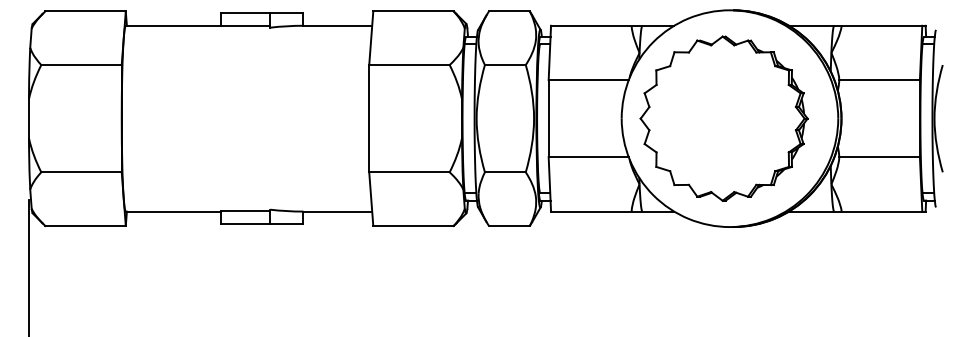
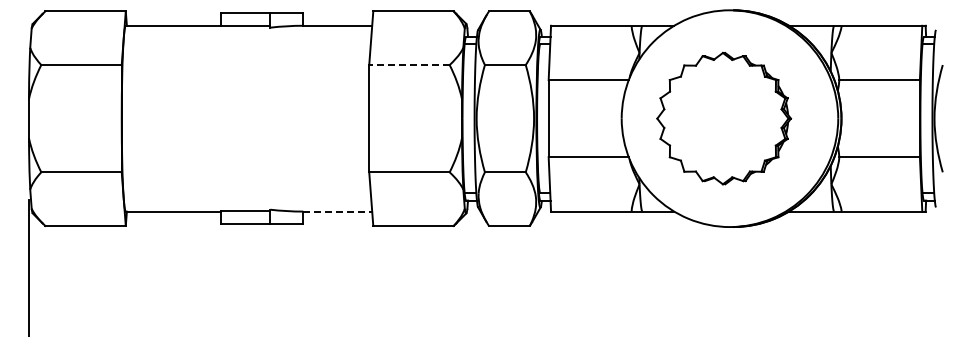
line at (408, 65): solid -> dashed
part at (723, 118) size: 170x167 px -> 137x135 px
line at (338, 211): solid -> dashed
